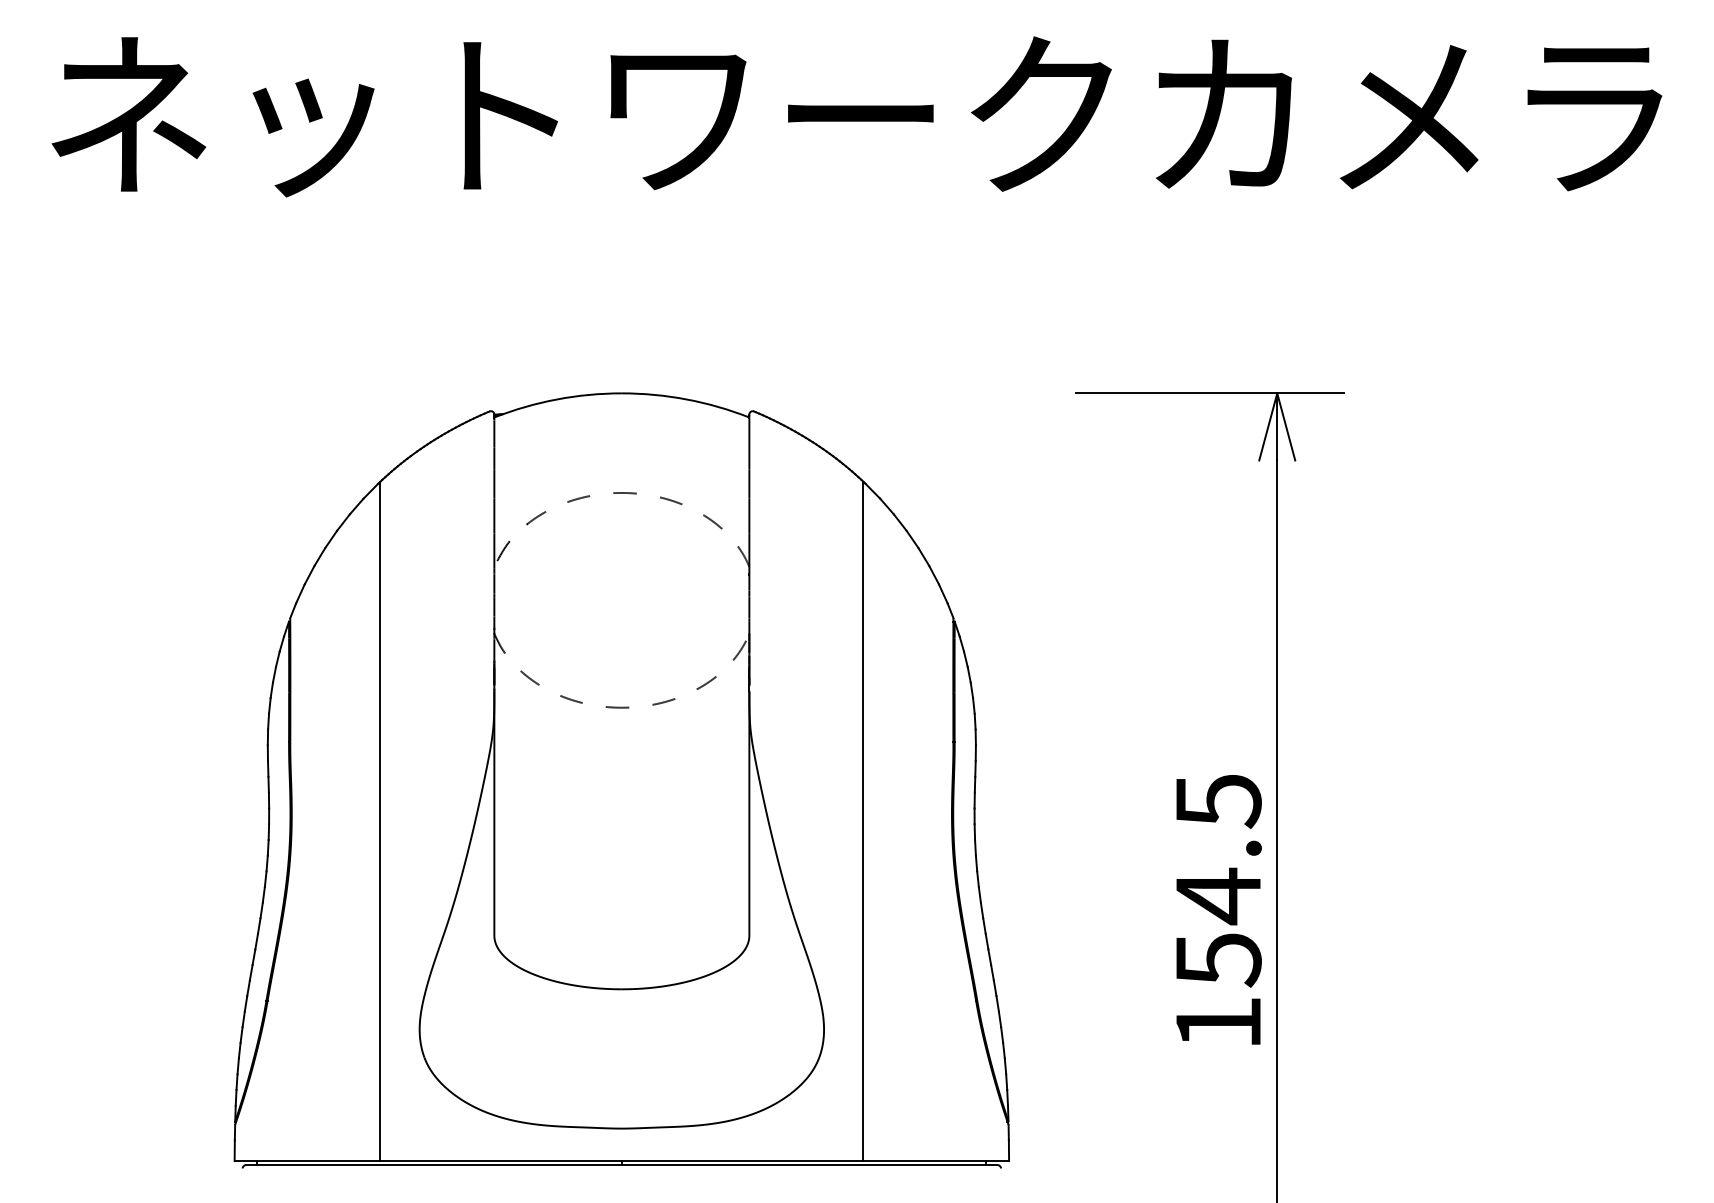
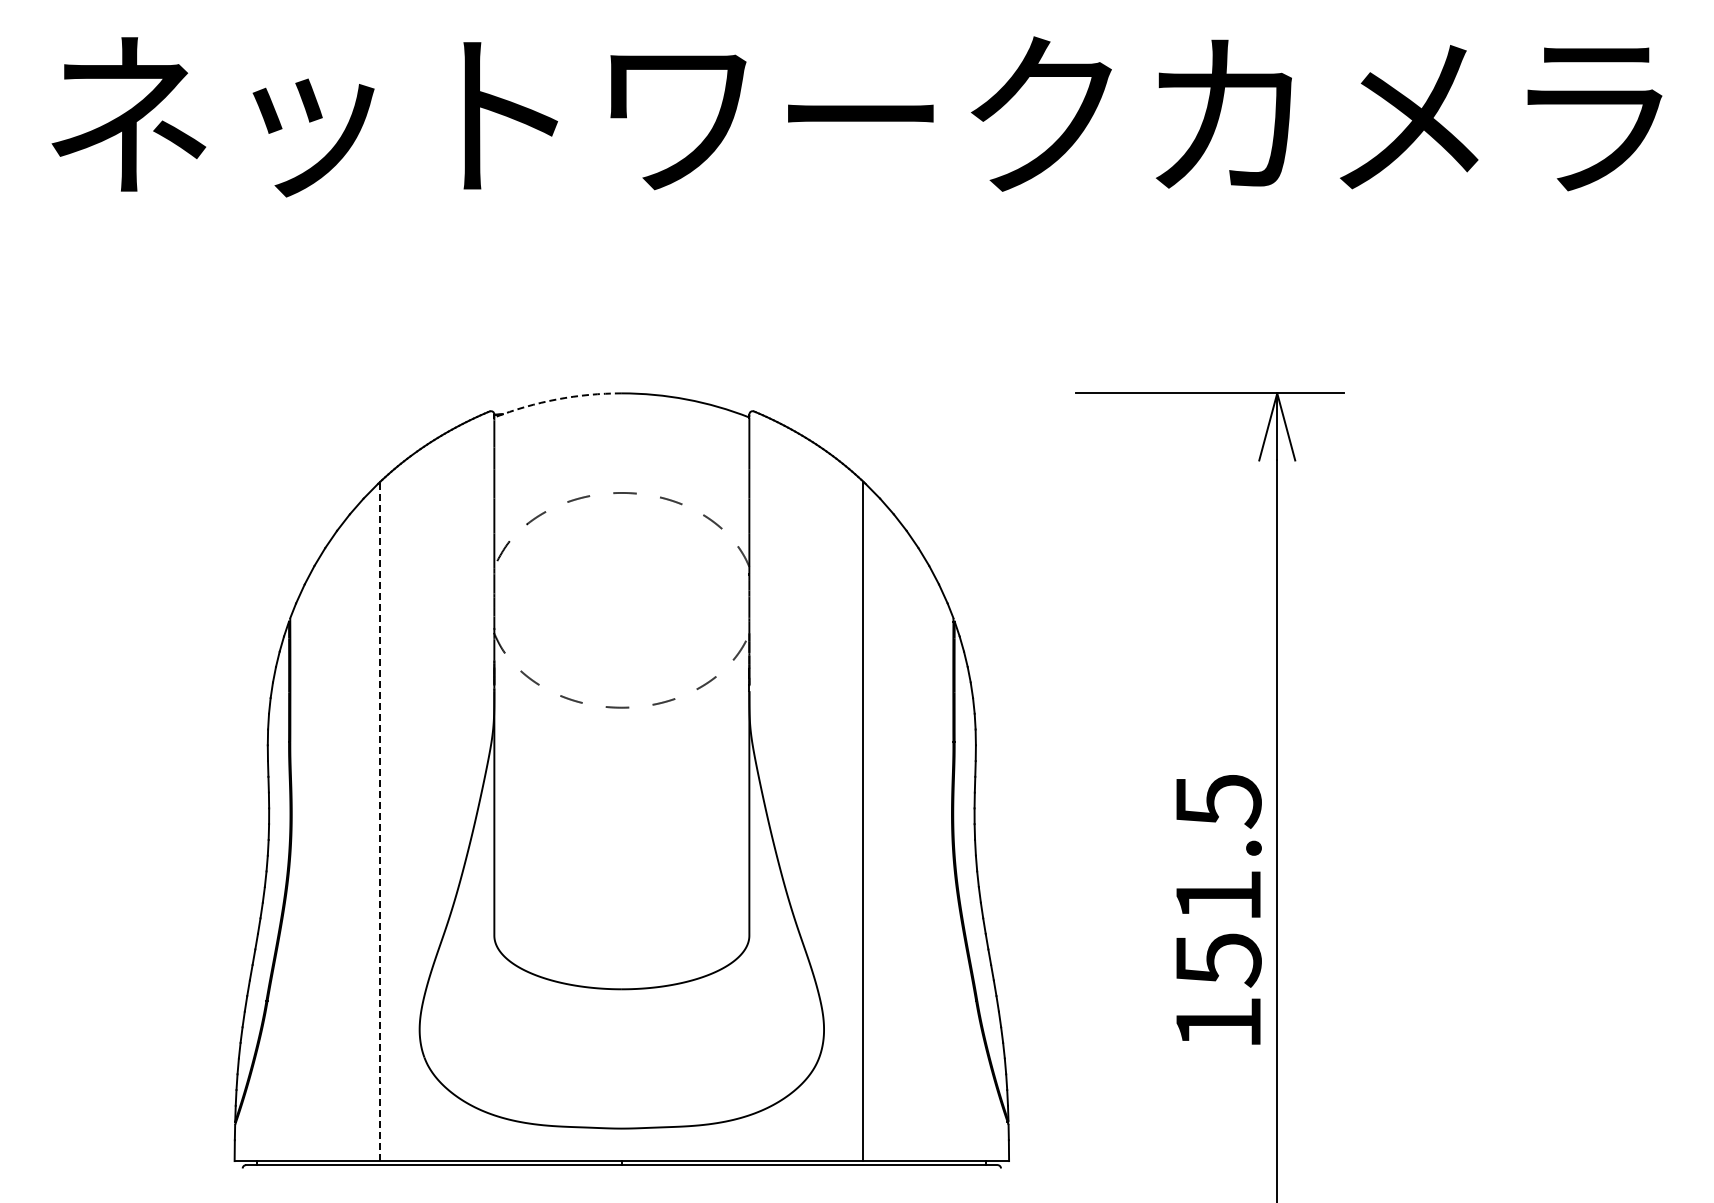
arc at (556, 399): solid -> dashed
line at (380, 821): solid -> dashed
text at (1218, 896): 154.5 -> 151.5
